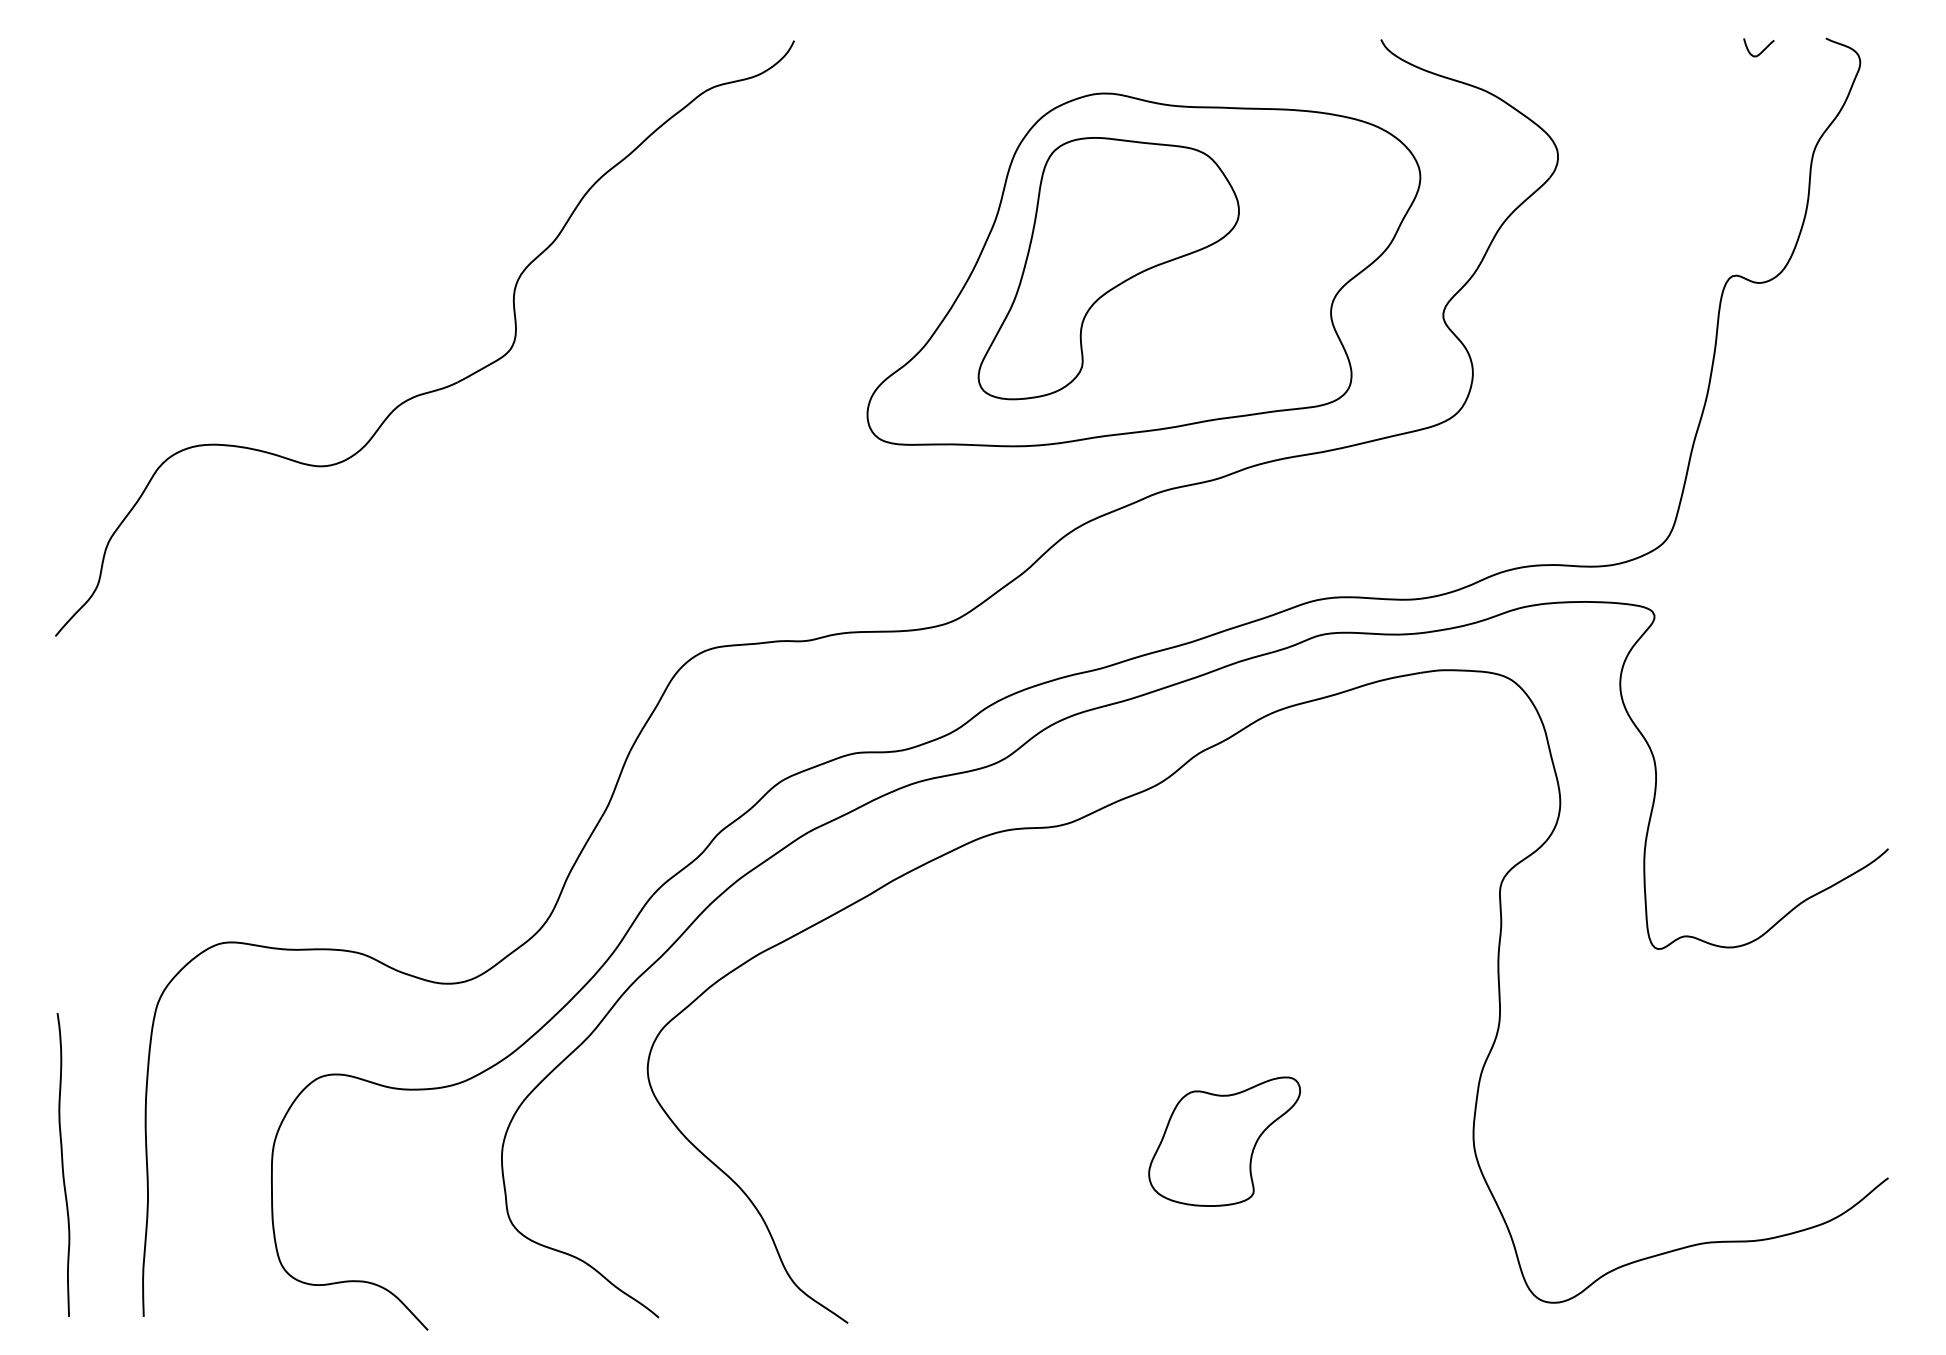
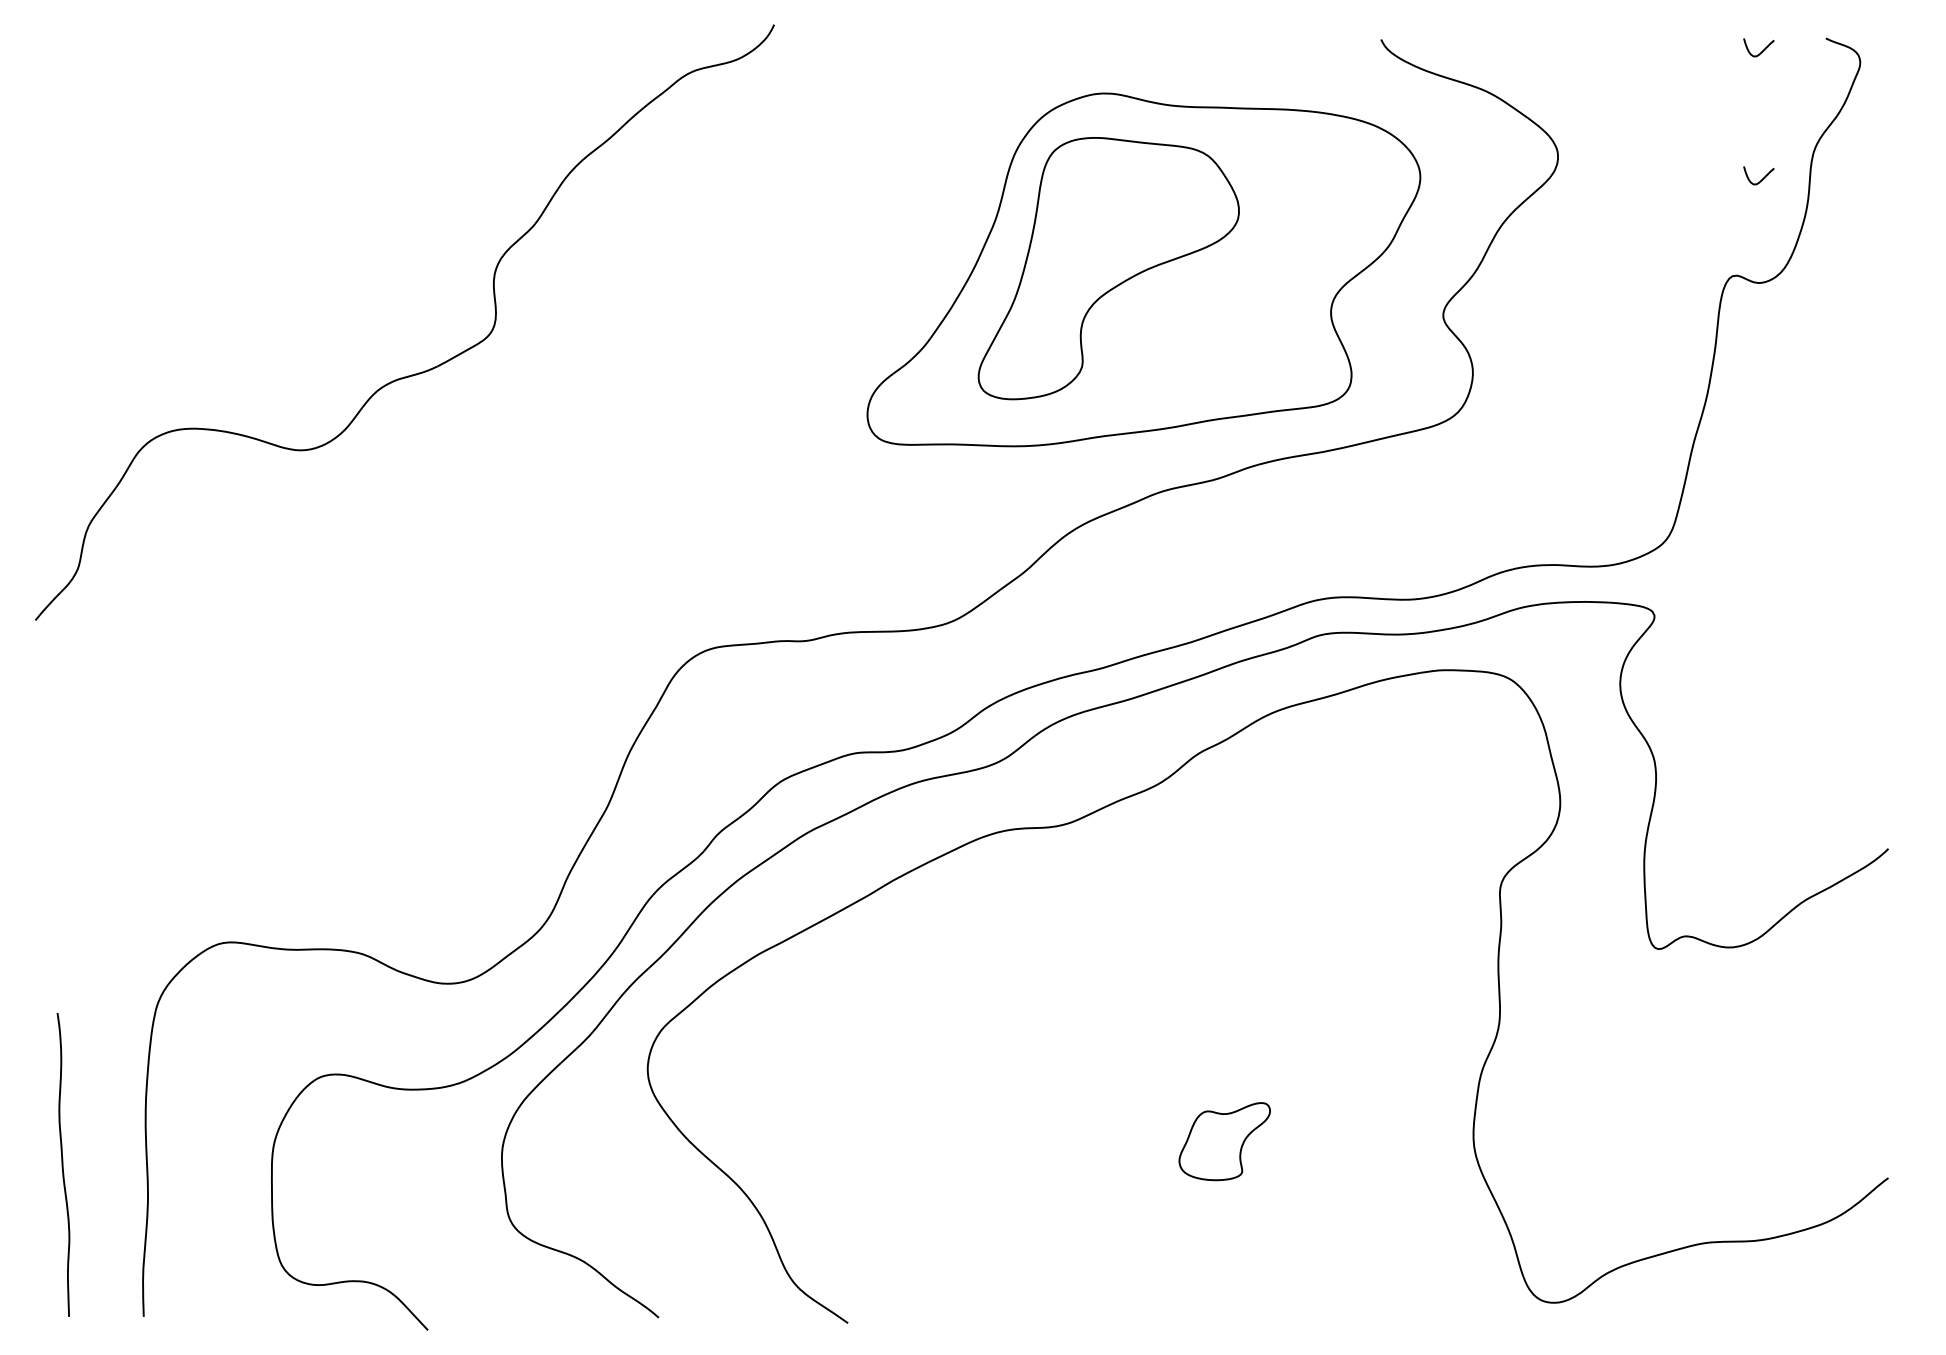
curve at (1762, 178): none -> present
part at (441, 387) position: (441, 387) -> (421, 371)
part at (1224, 1141) size: 154x131 px -> 93x80 px
